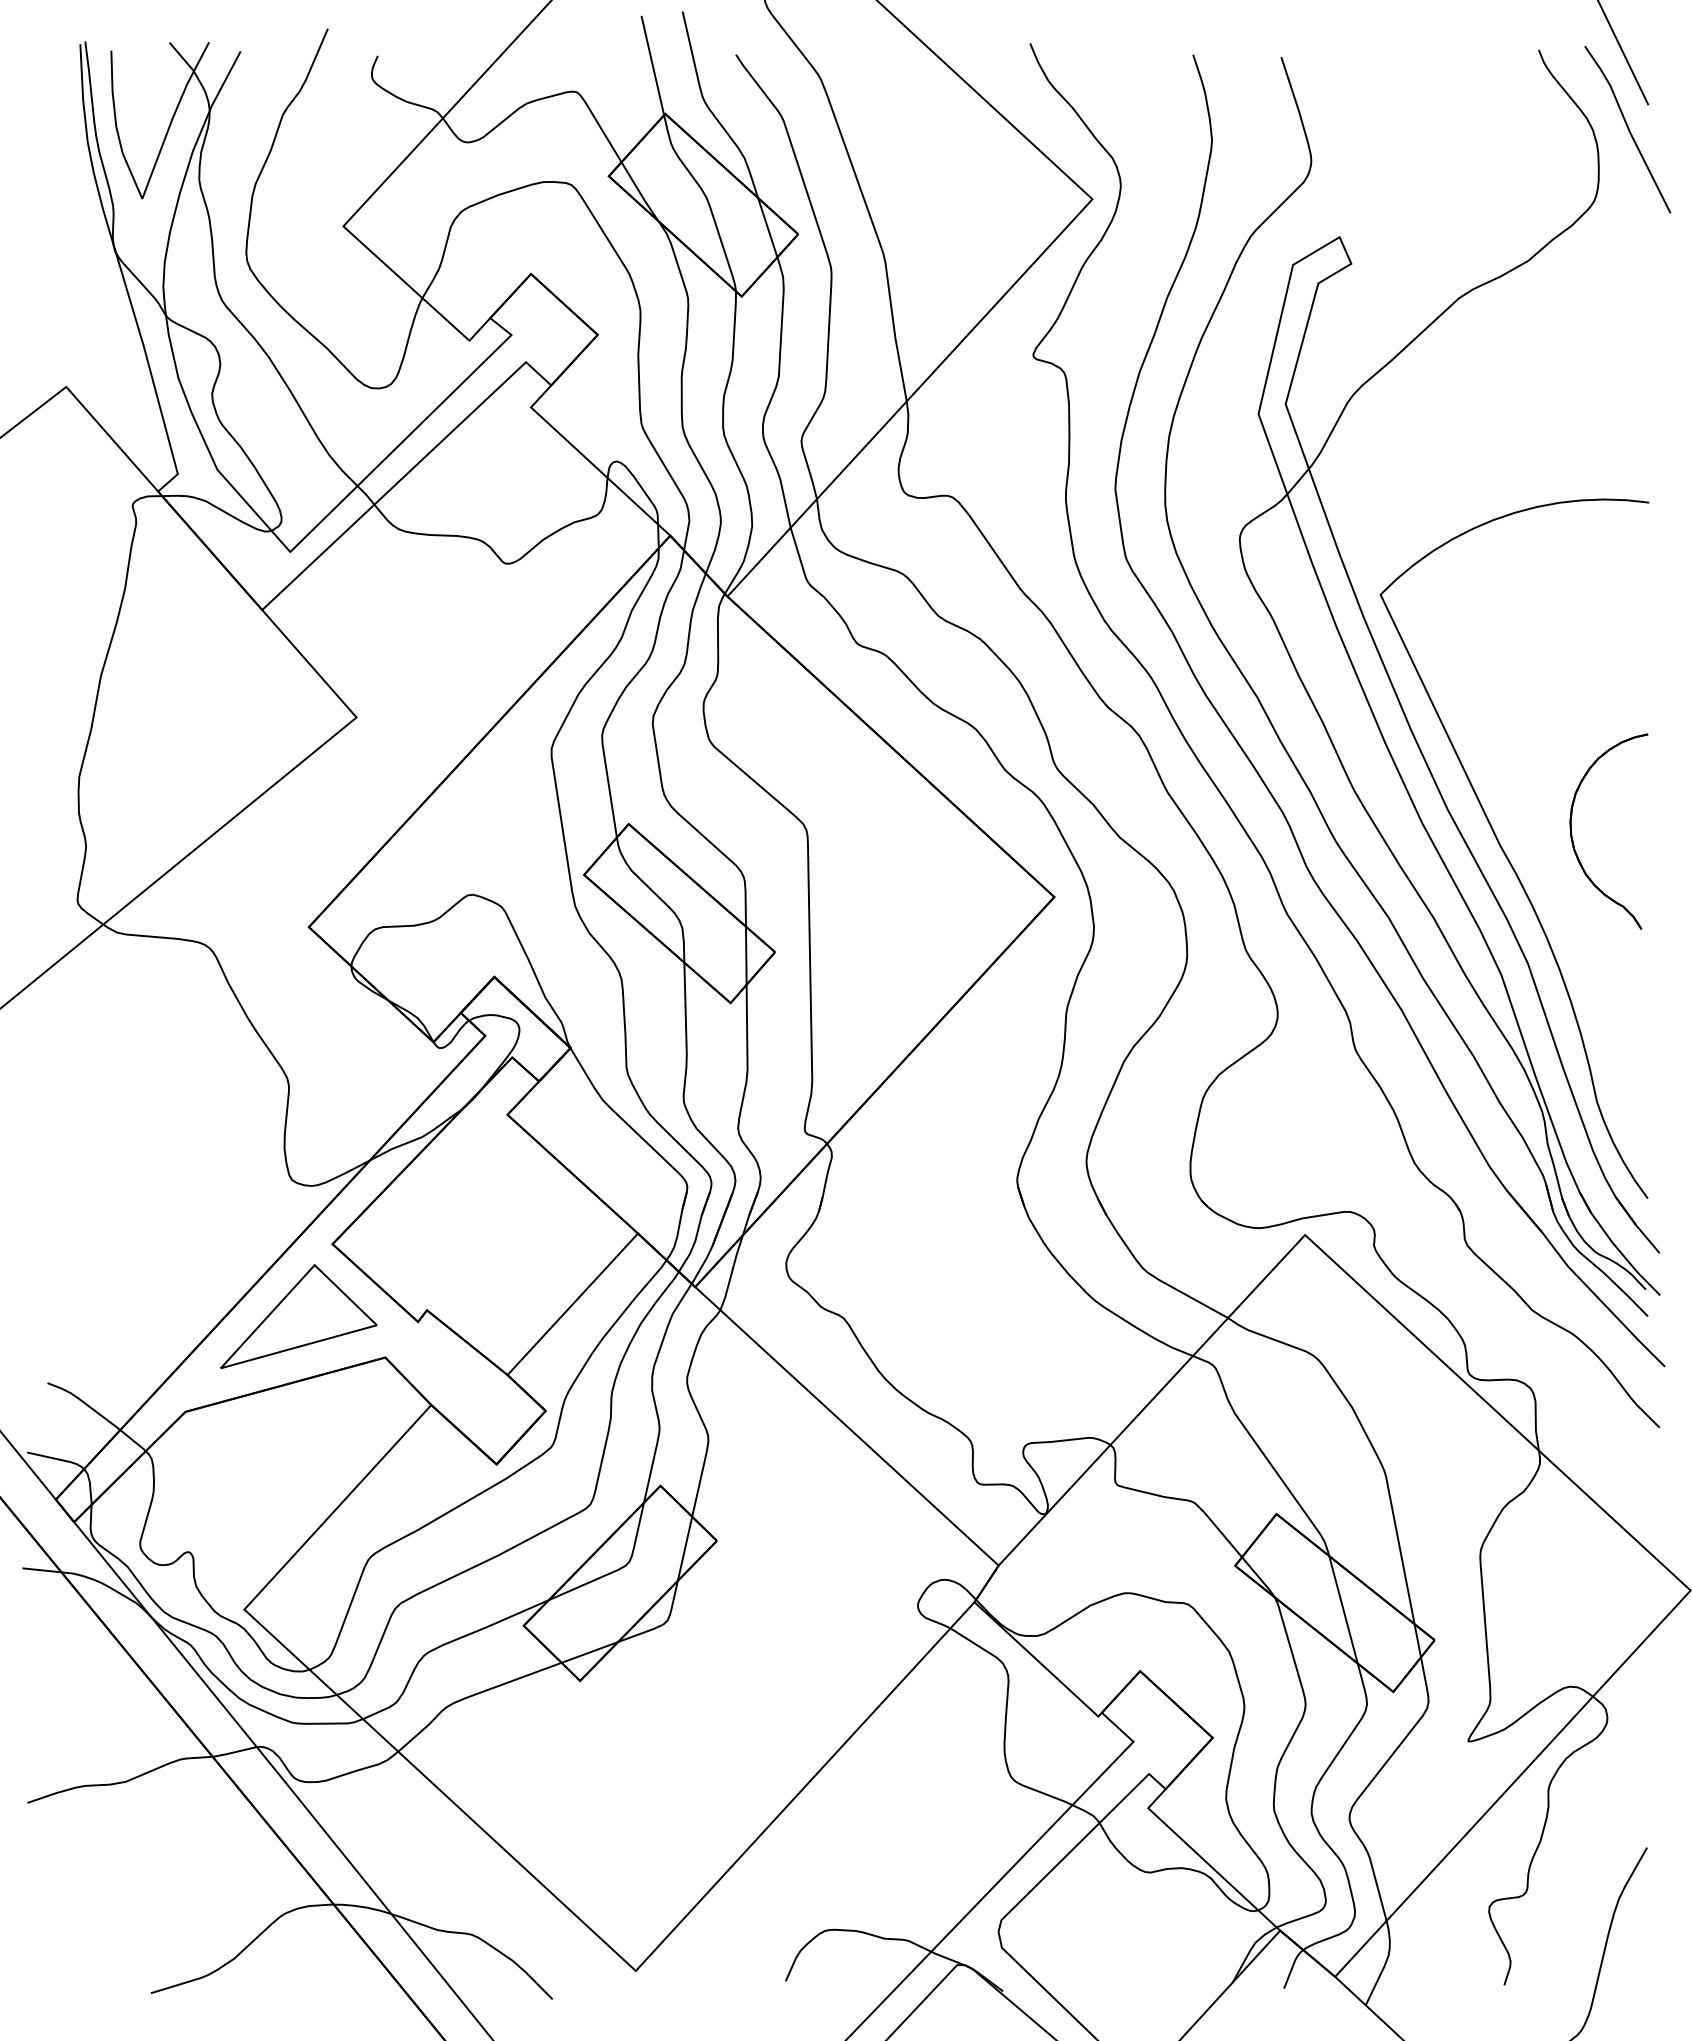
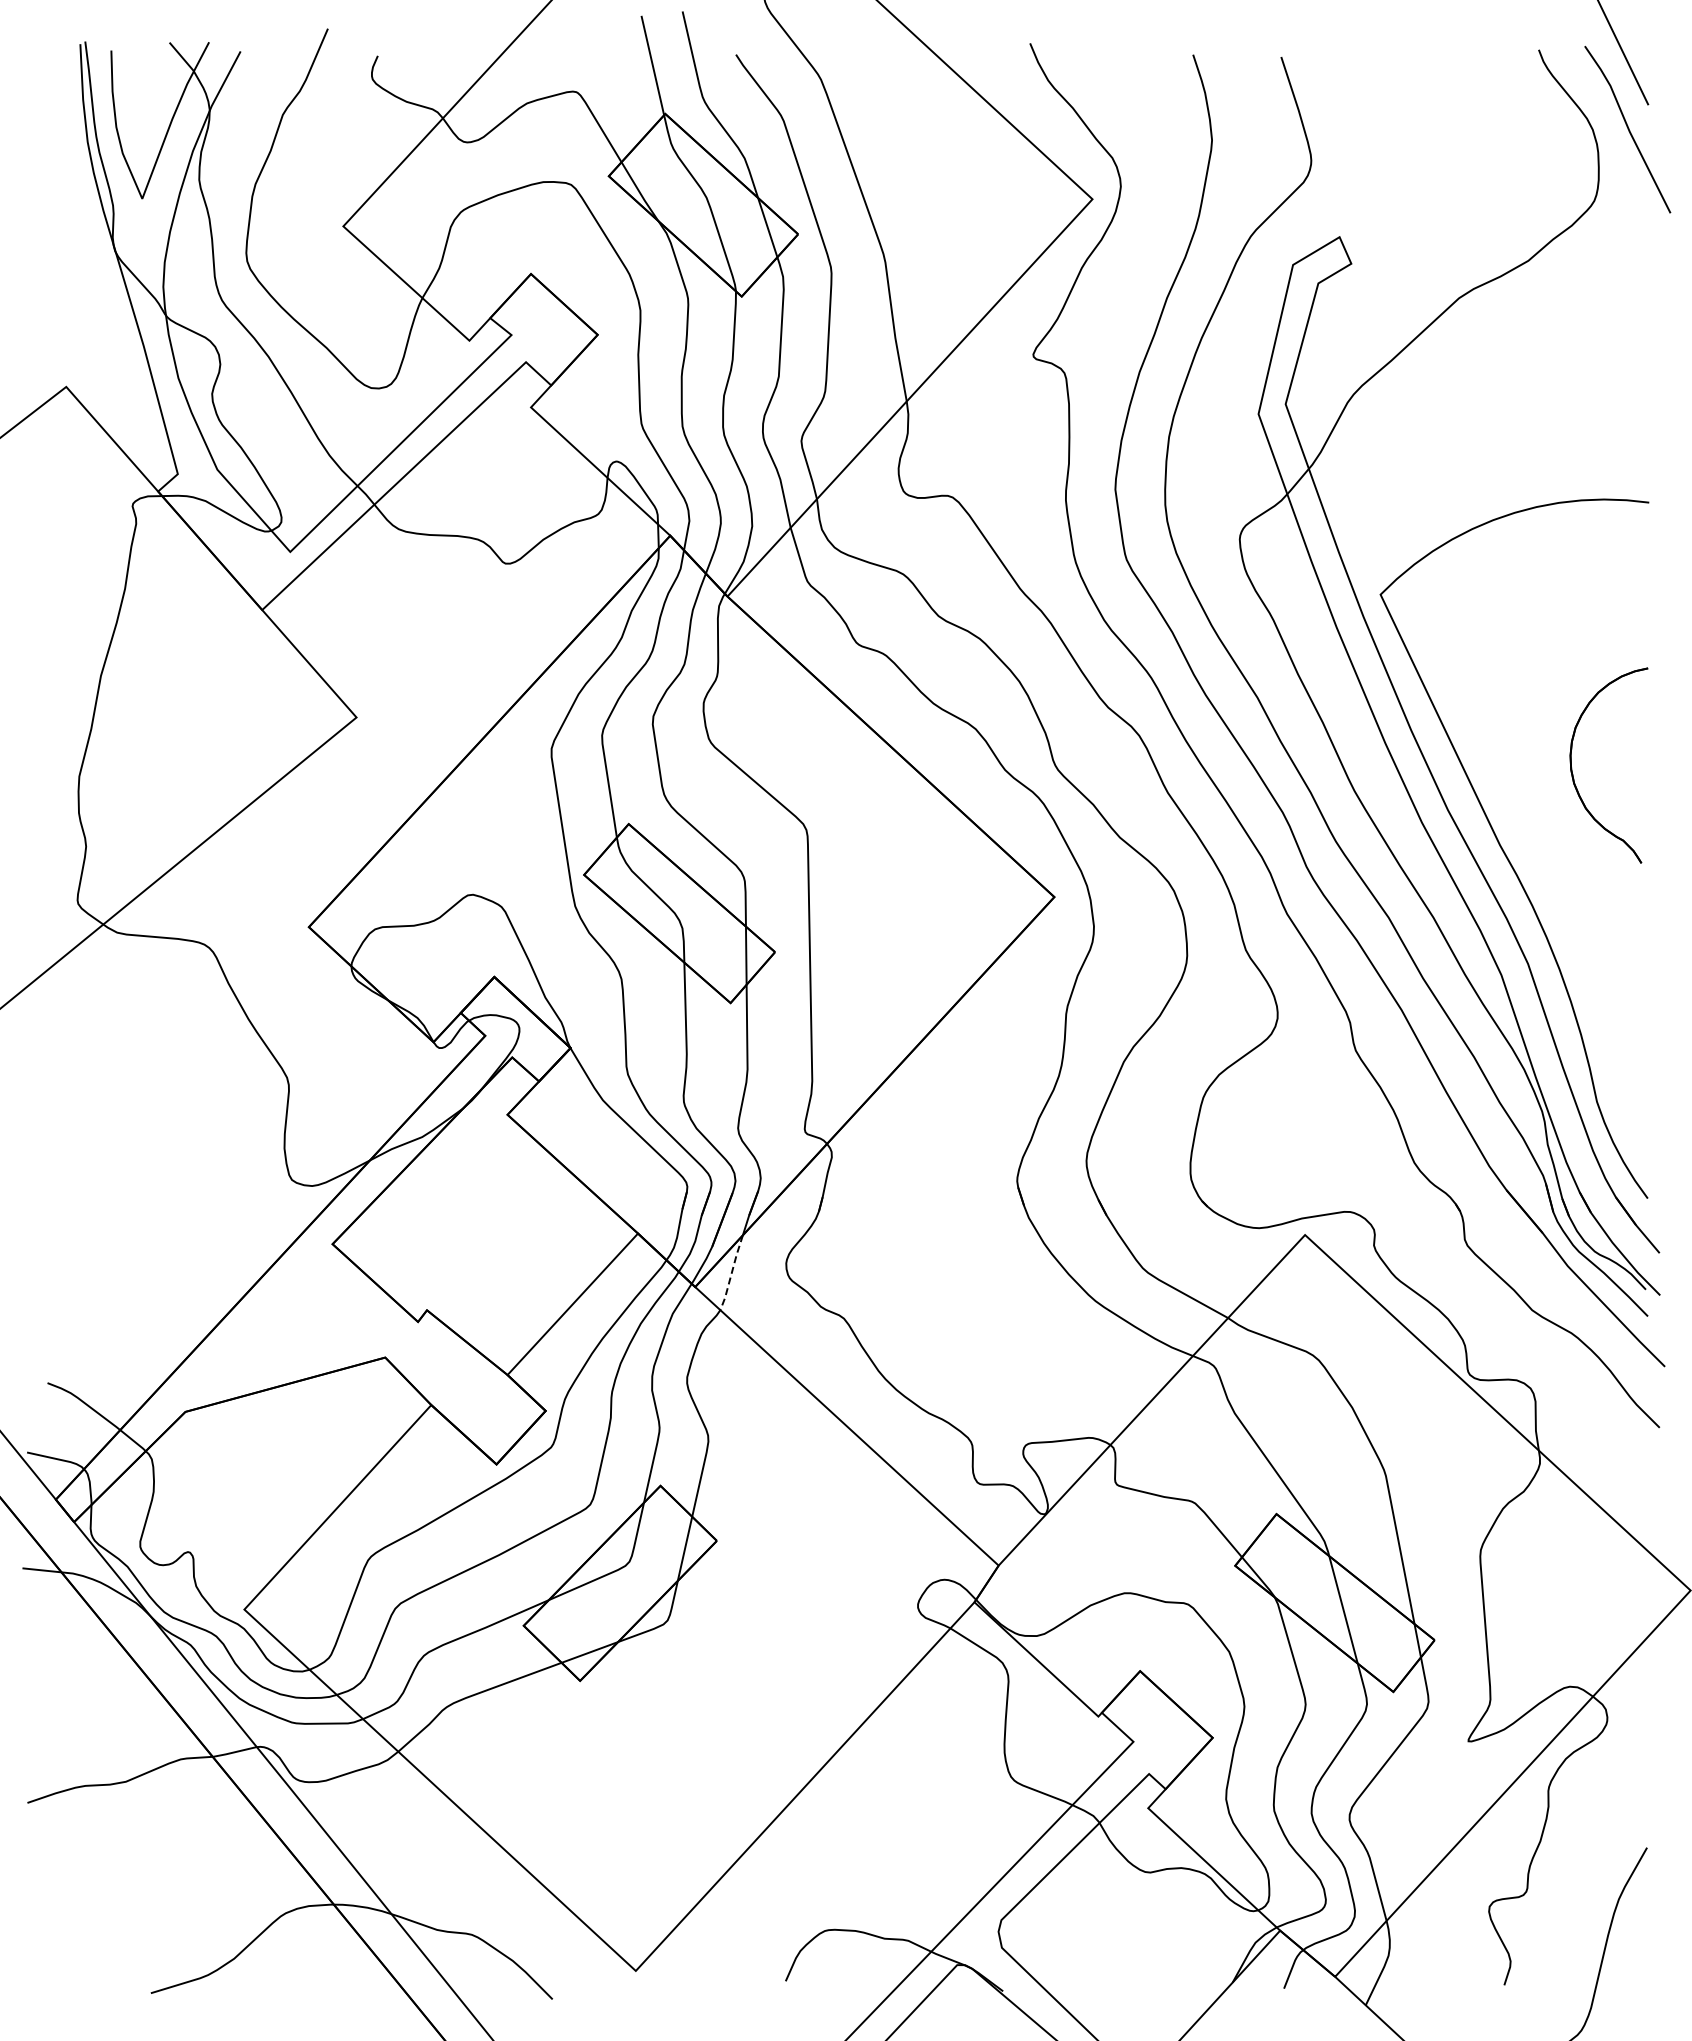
part at (1572, 833) position: (1572, 833) -> (1572, 767)
line at (731, 1273): solid -> dashed
part at (298, 1316): present -> none
